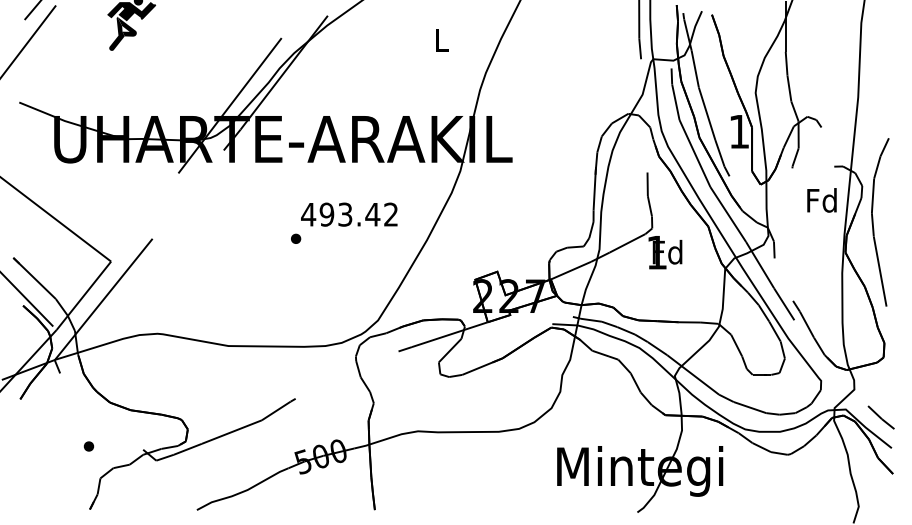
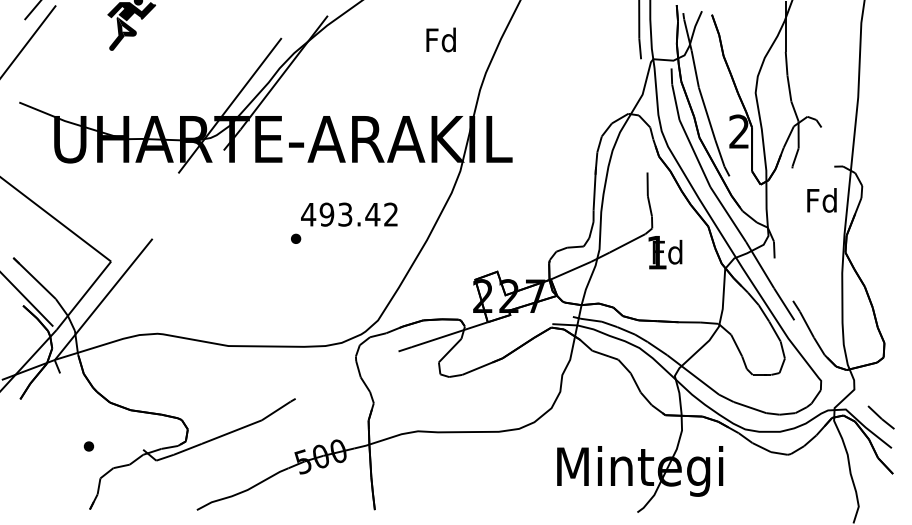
text at (440, 39): L -> Fd
text at (738, 131): 1 -> 2
curve at (873, 222): present -> none
